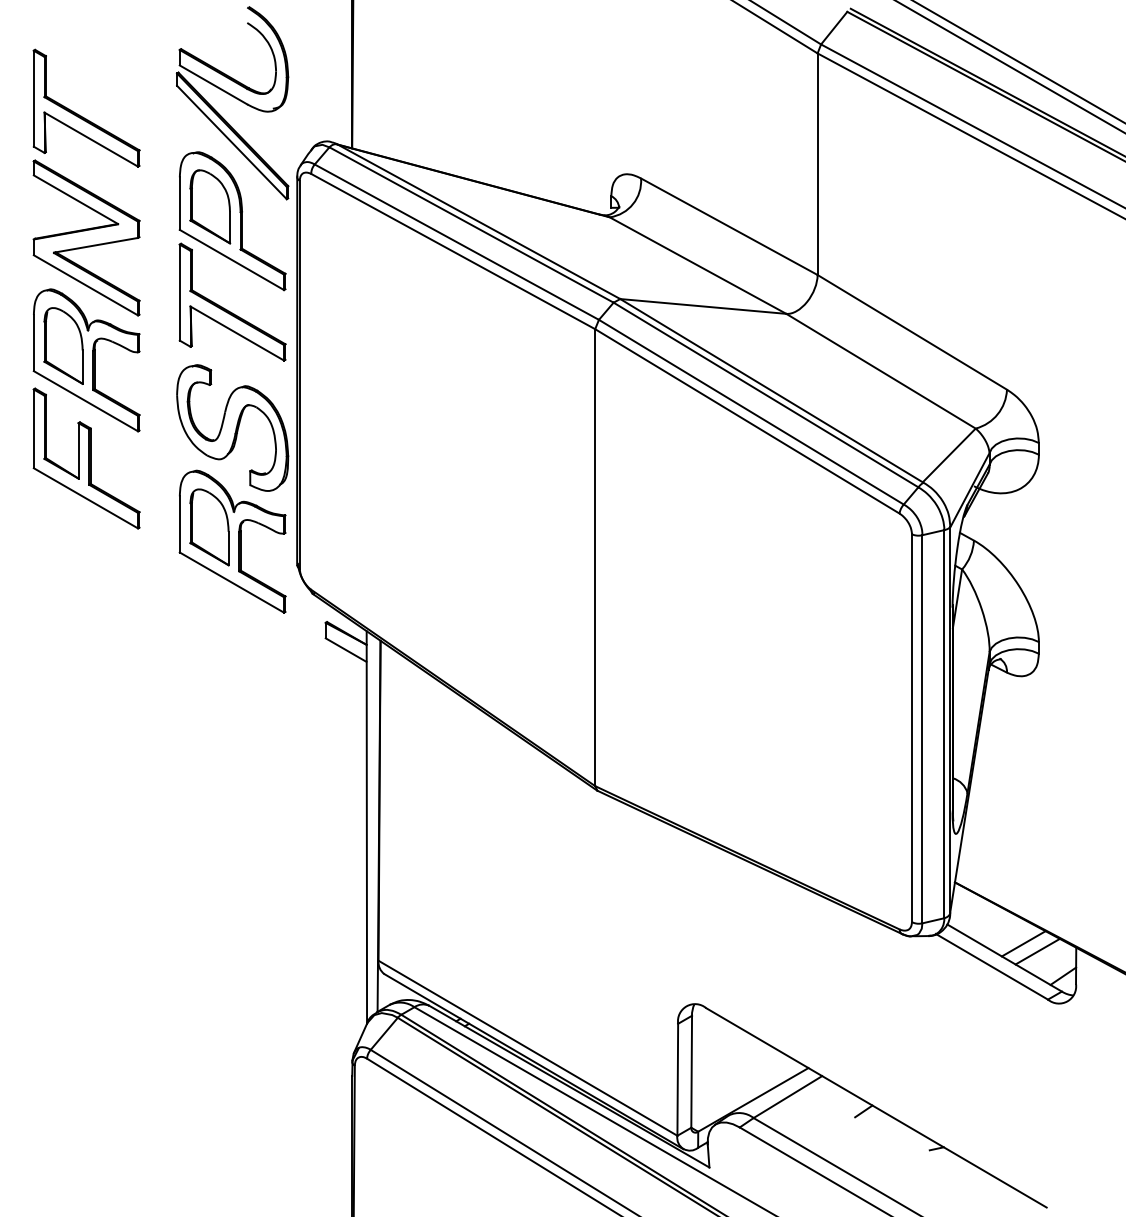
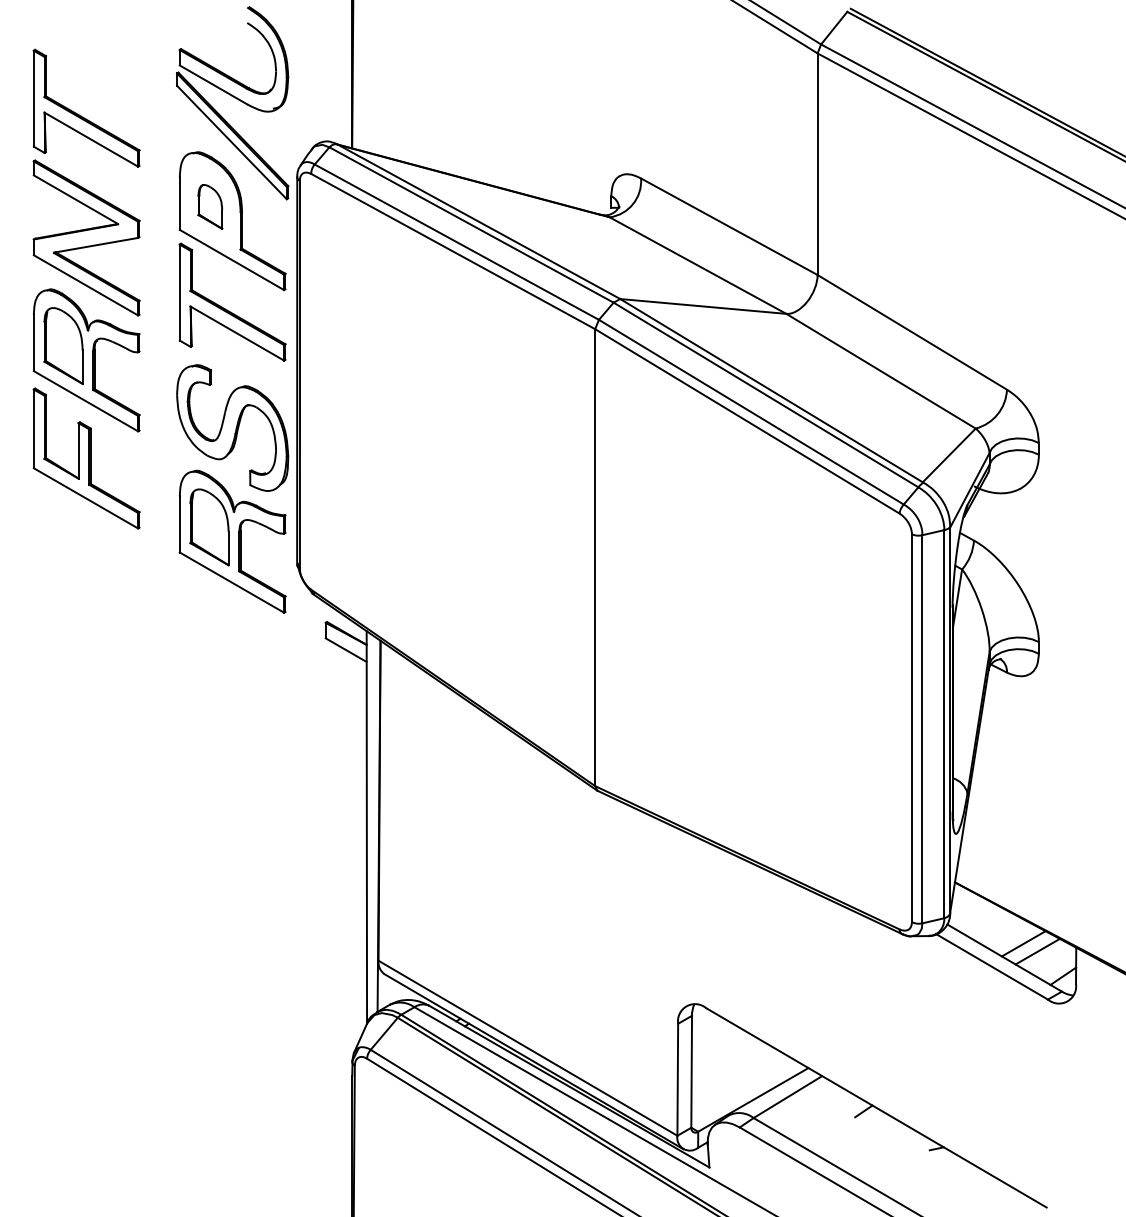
line at (1018, 61): present -> none
line at (1010, 66): present -> none
part at (210, 206) size: 43x76 px -> 27x46 px
